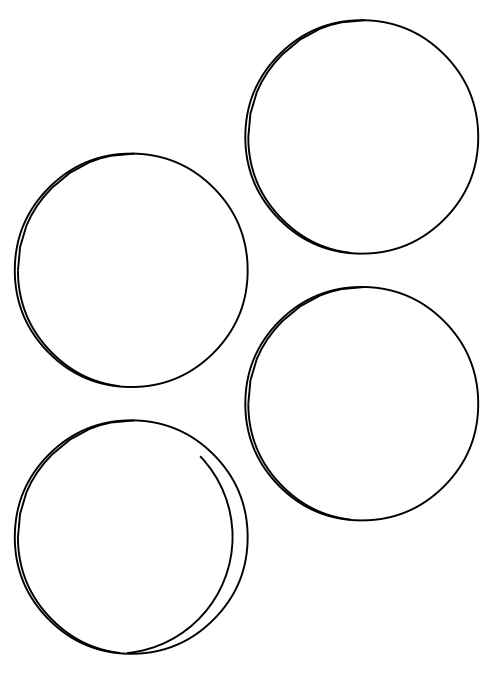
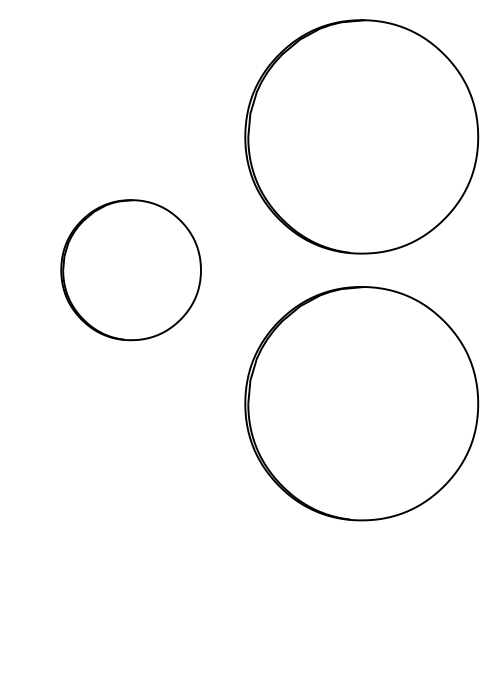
part at (130, 269) size: 236x236 px -> 142x143 px
part at (130, 536): present -> none
